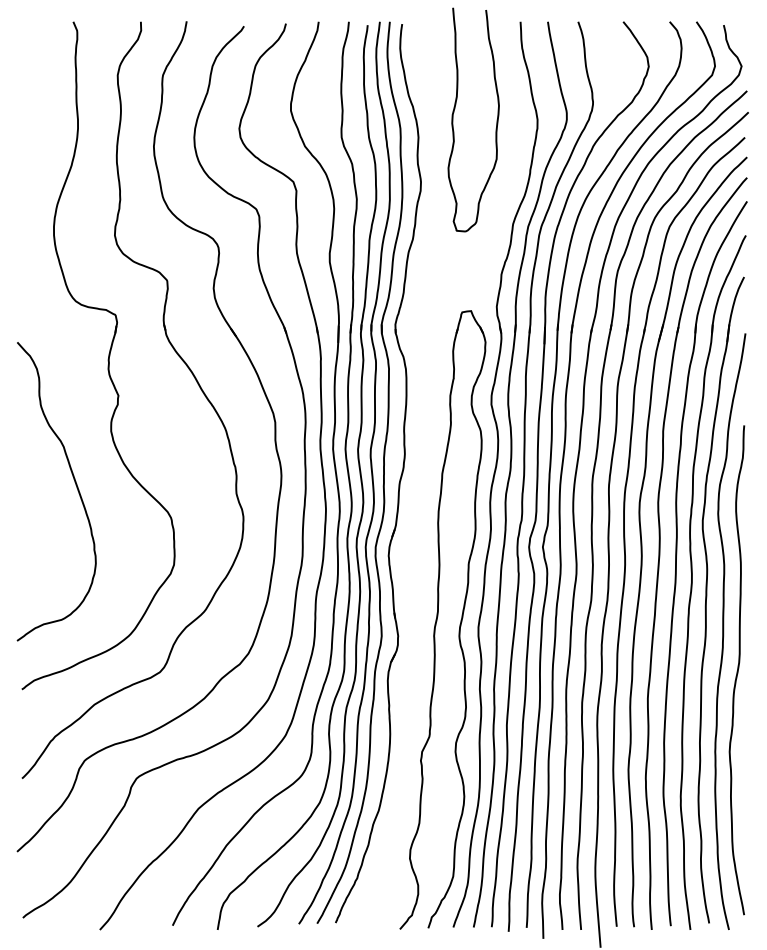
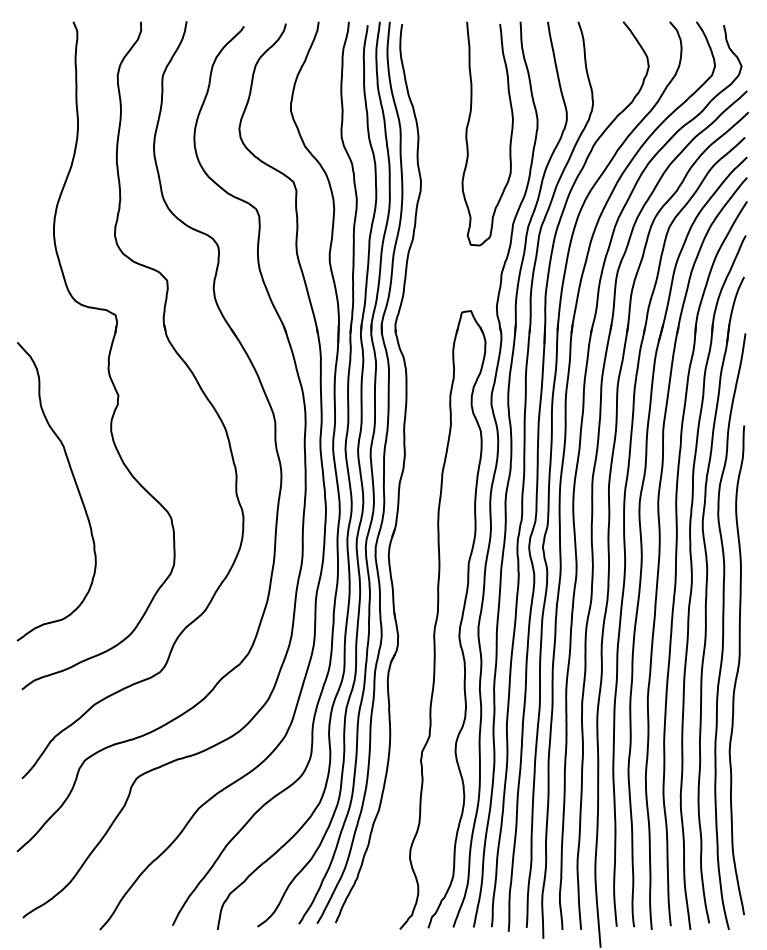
curve at (453, 119) position: (453, 119) -> (467, 133)
